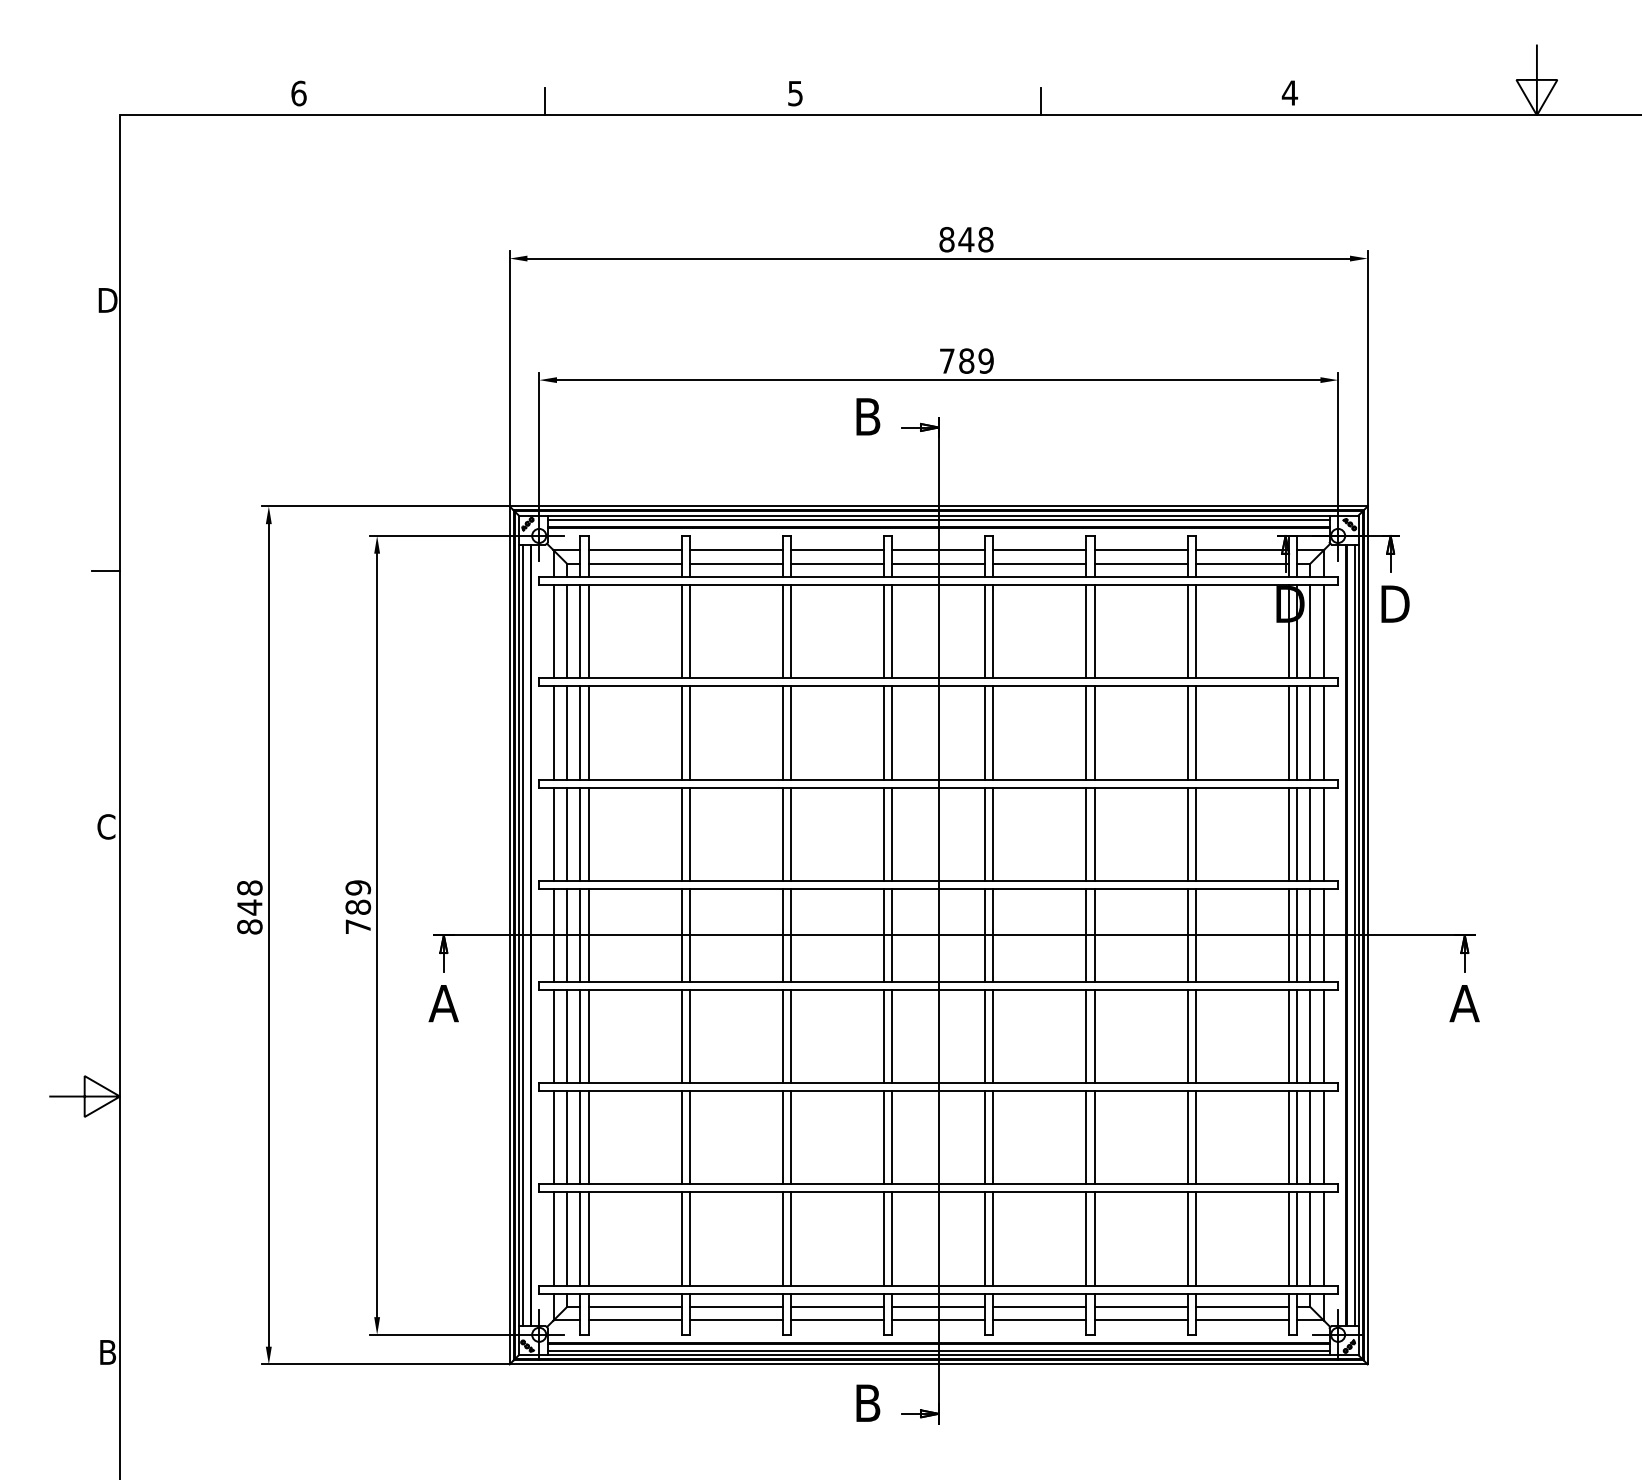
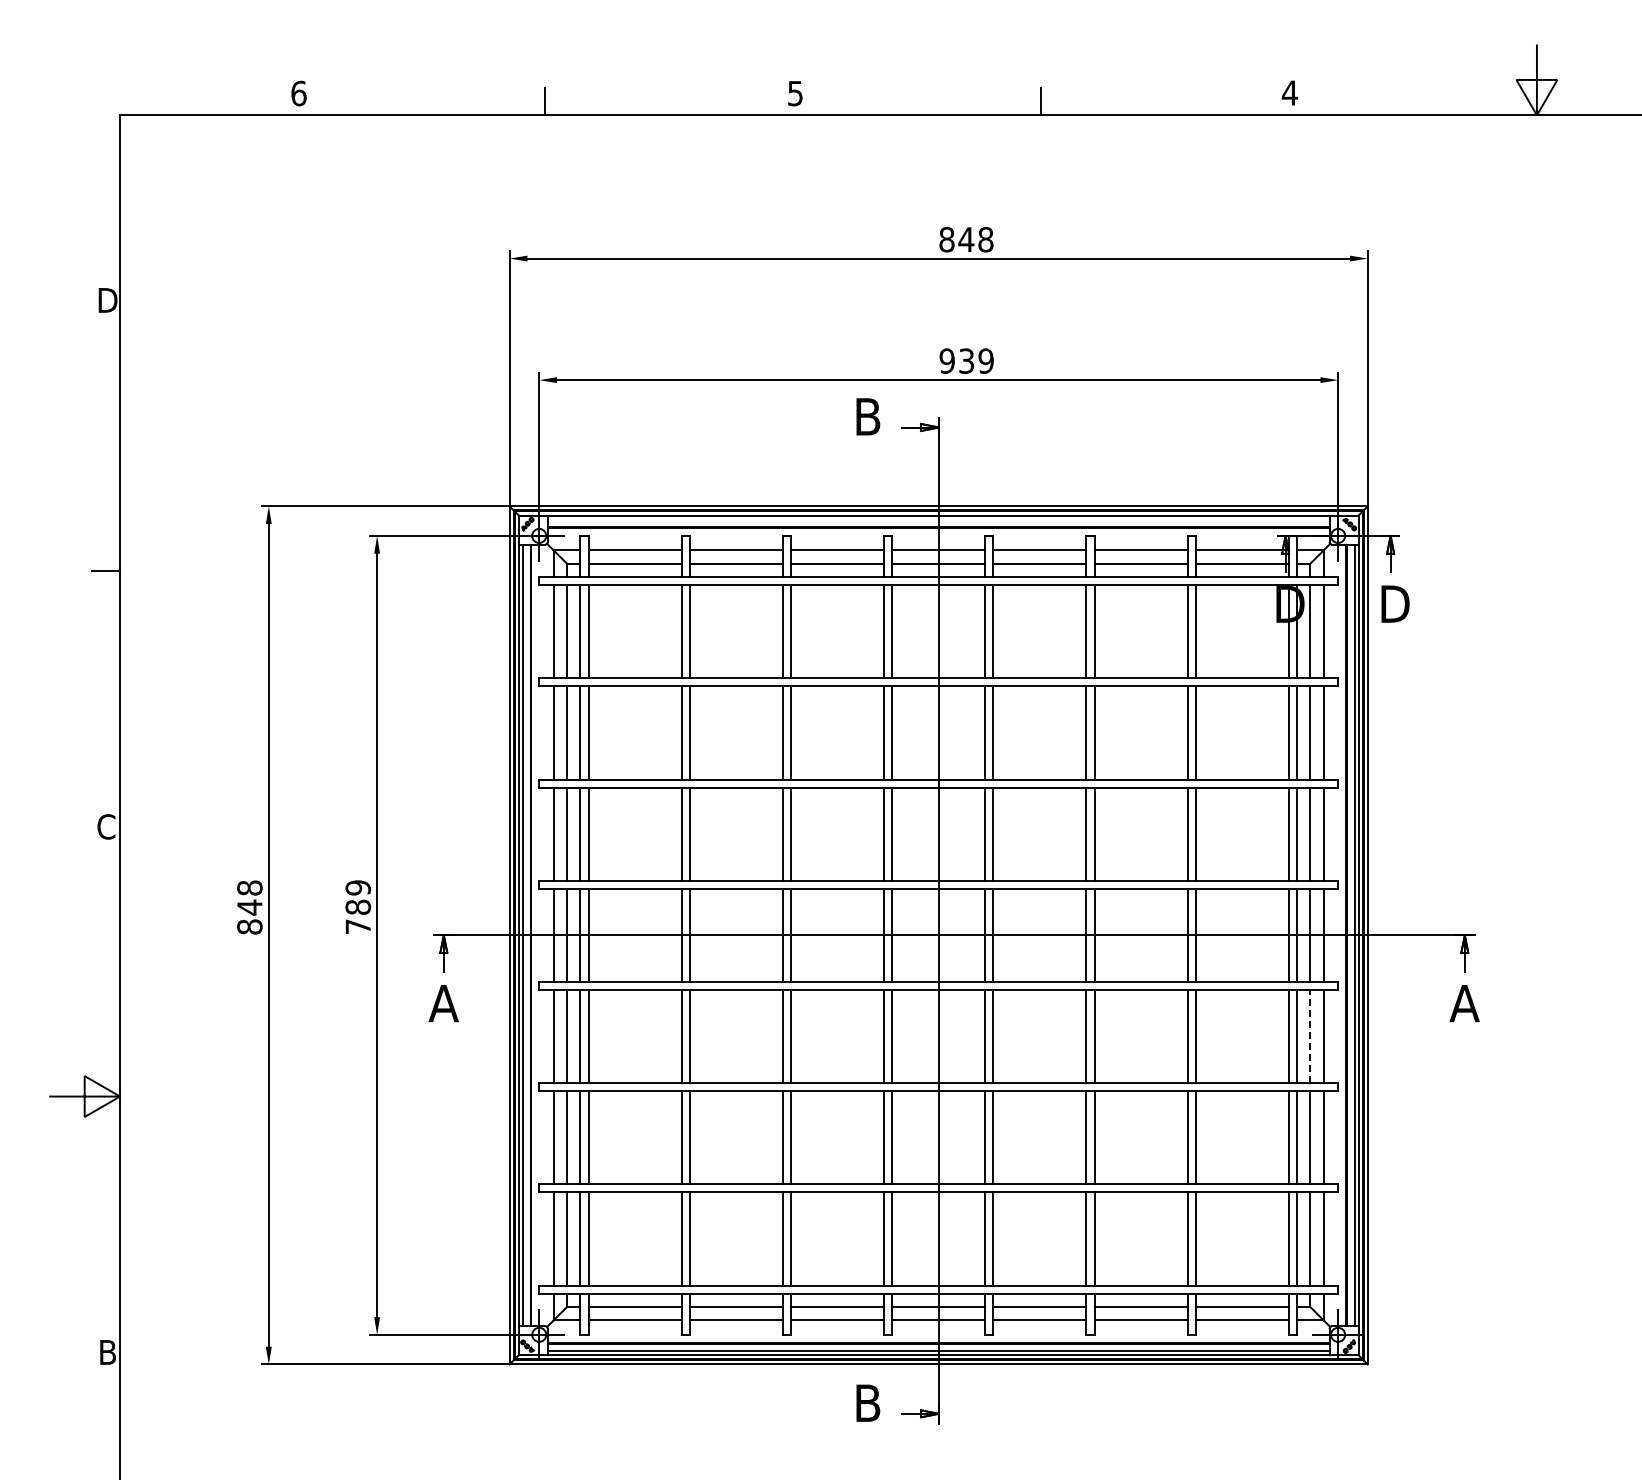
text at (956, 360): 789 -> 939
line at (938, 519): present -> none
line at (1310, 1036): solid -> dashed
